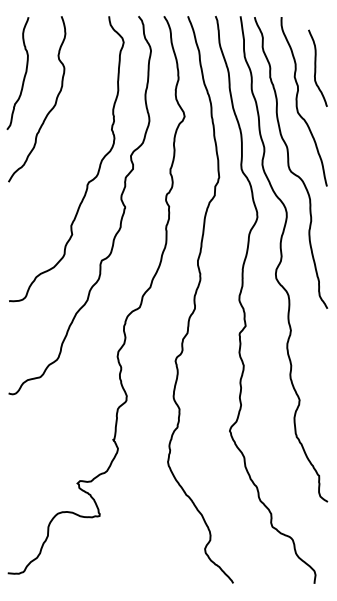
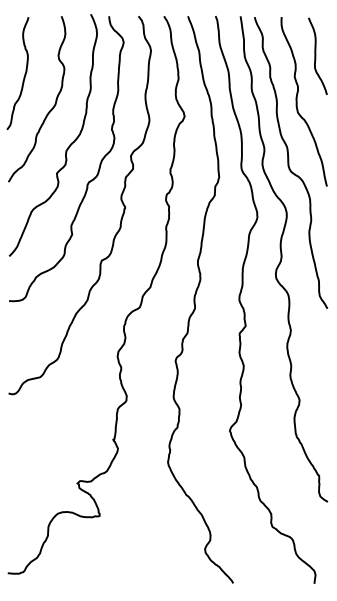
curve at (316, 67) position: (316, 67) -> (316, 55)
curve at (67, 147): none -> present
